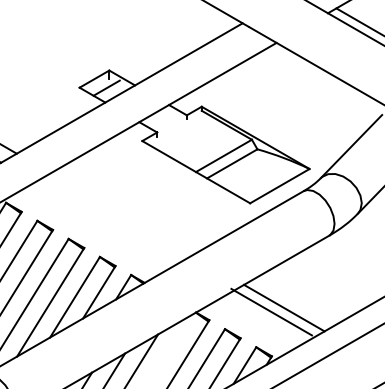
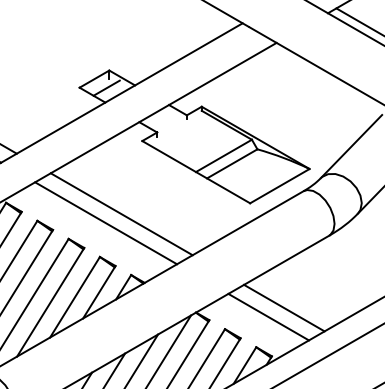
line at (121, 214): none -> present
line at (106, 223): none -> present
line at (271, 311) position: (271, 311) -> (268, 316)
line at (169, 350): none -> present
